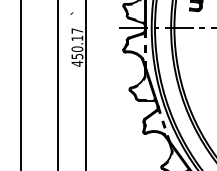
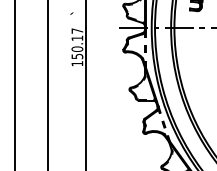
text at (77, 63): 450.17 -> 150.17
line at (20, 84) position: (20, 84) -> (14, 84)
line at (57, 84) position: (57, 84) -> (47, 84)
